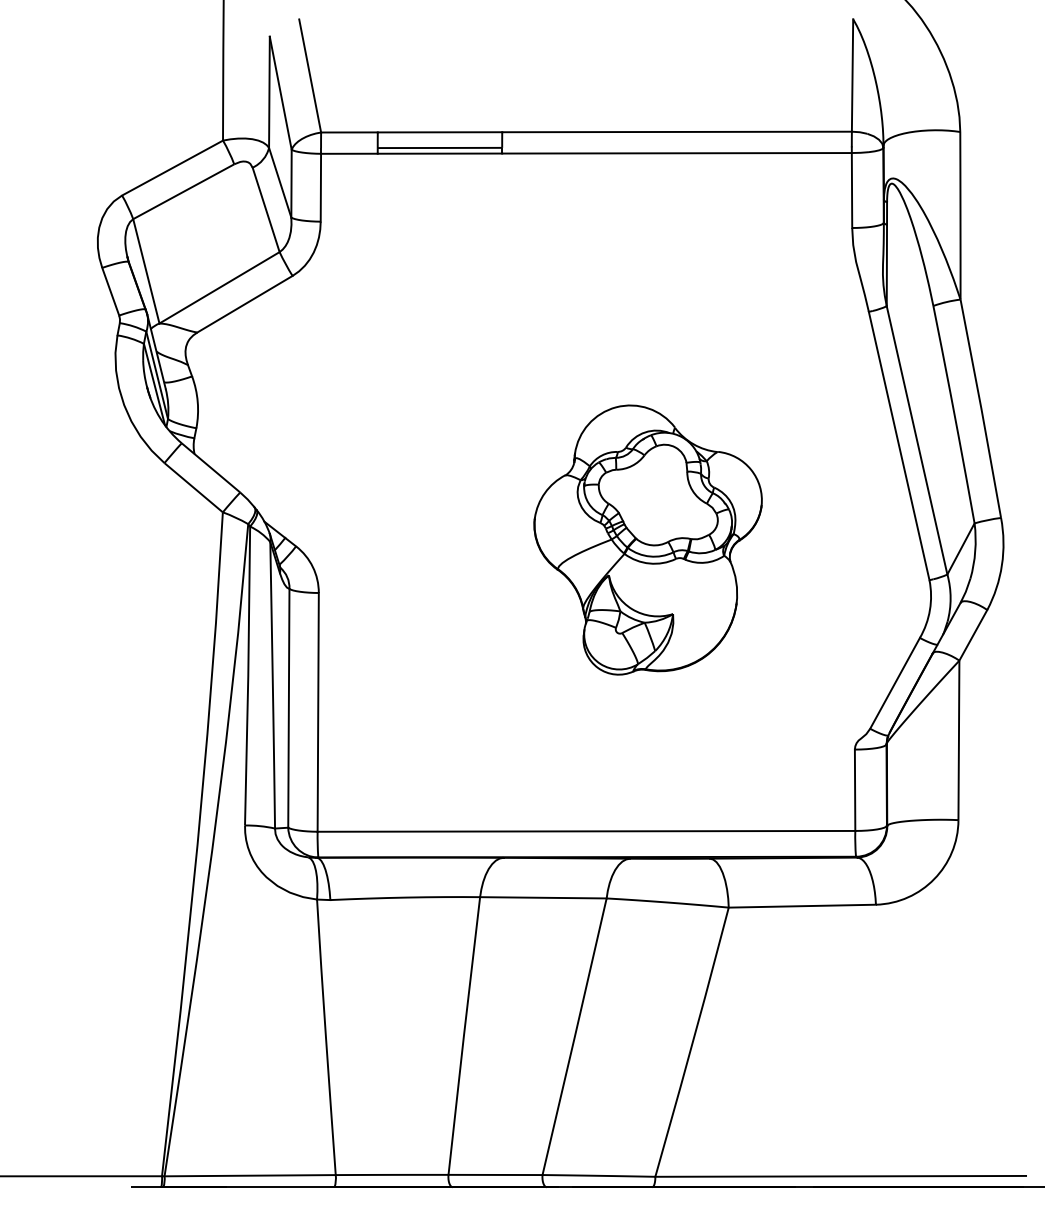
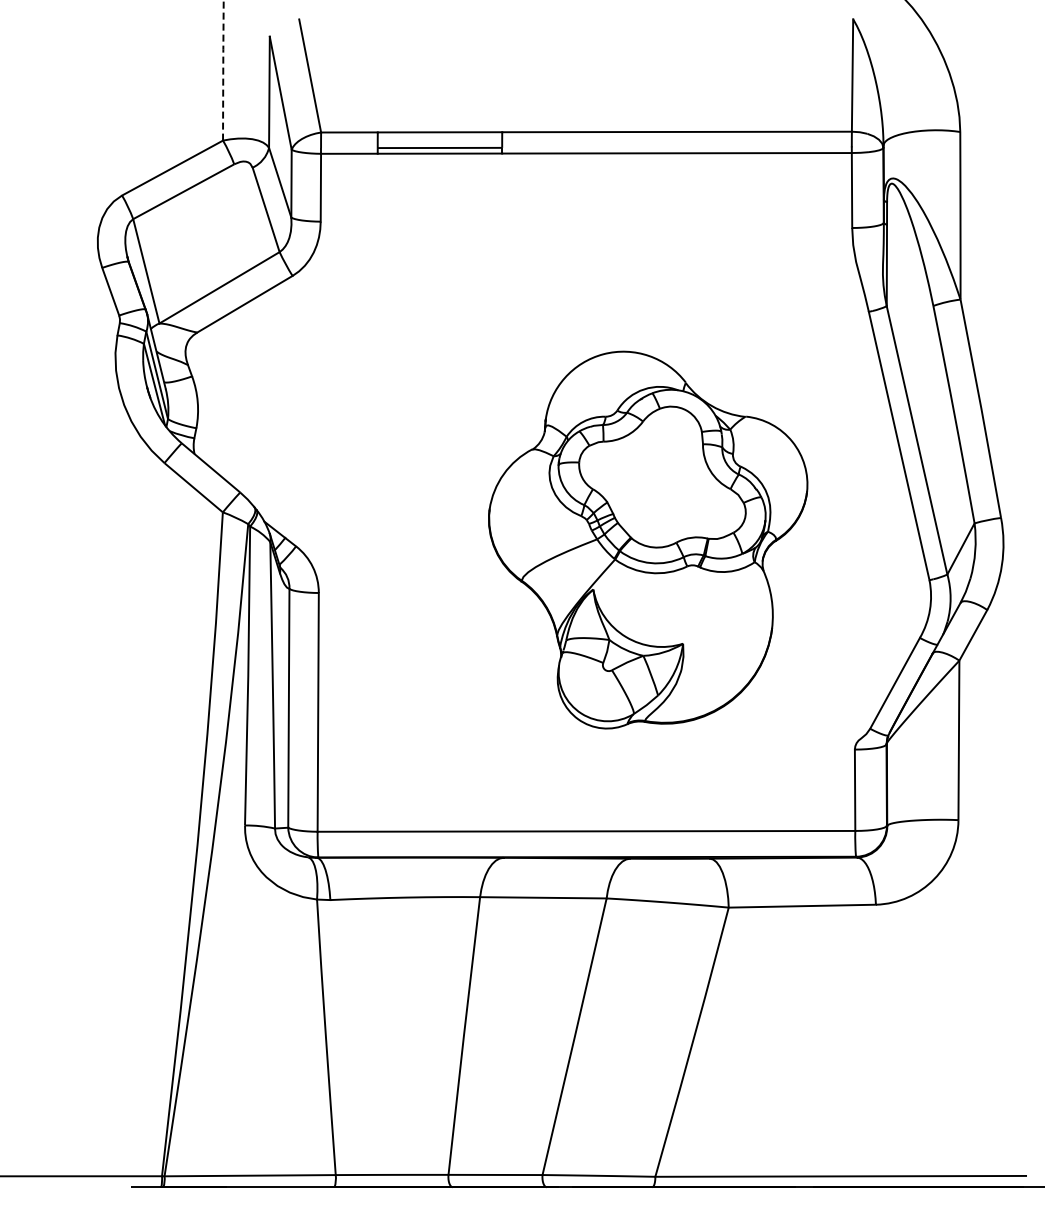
line at (223, 69): solid -> dashed
part at (647, 539) size: 230x272 px -> 321x380 px
